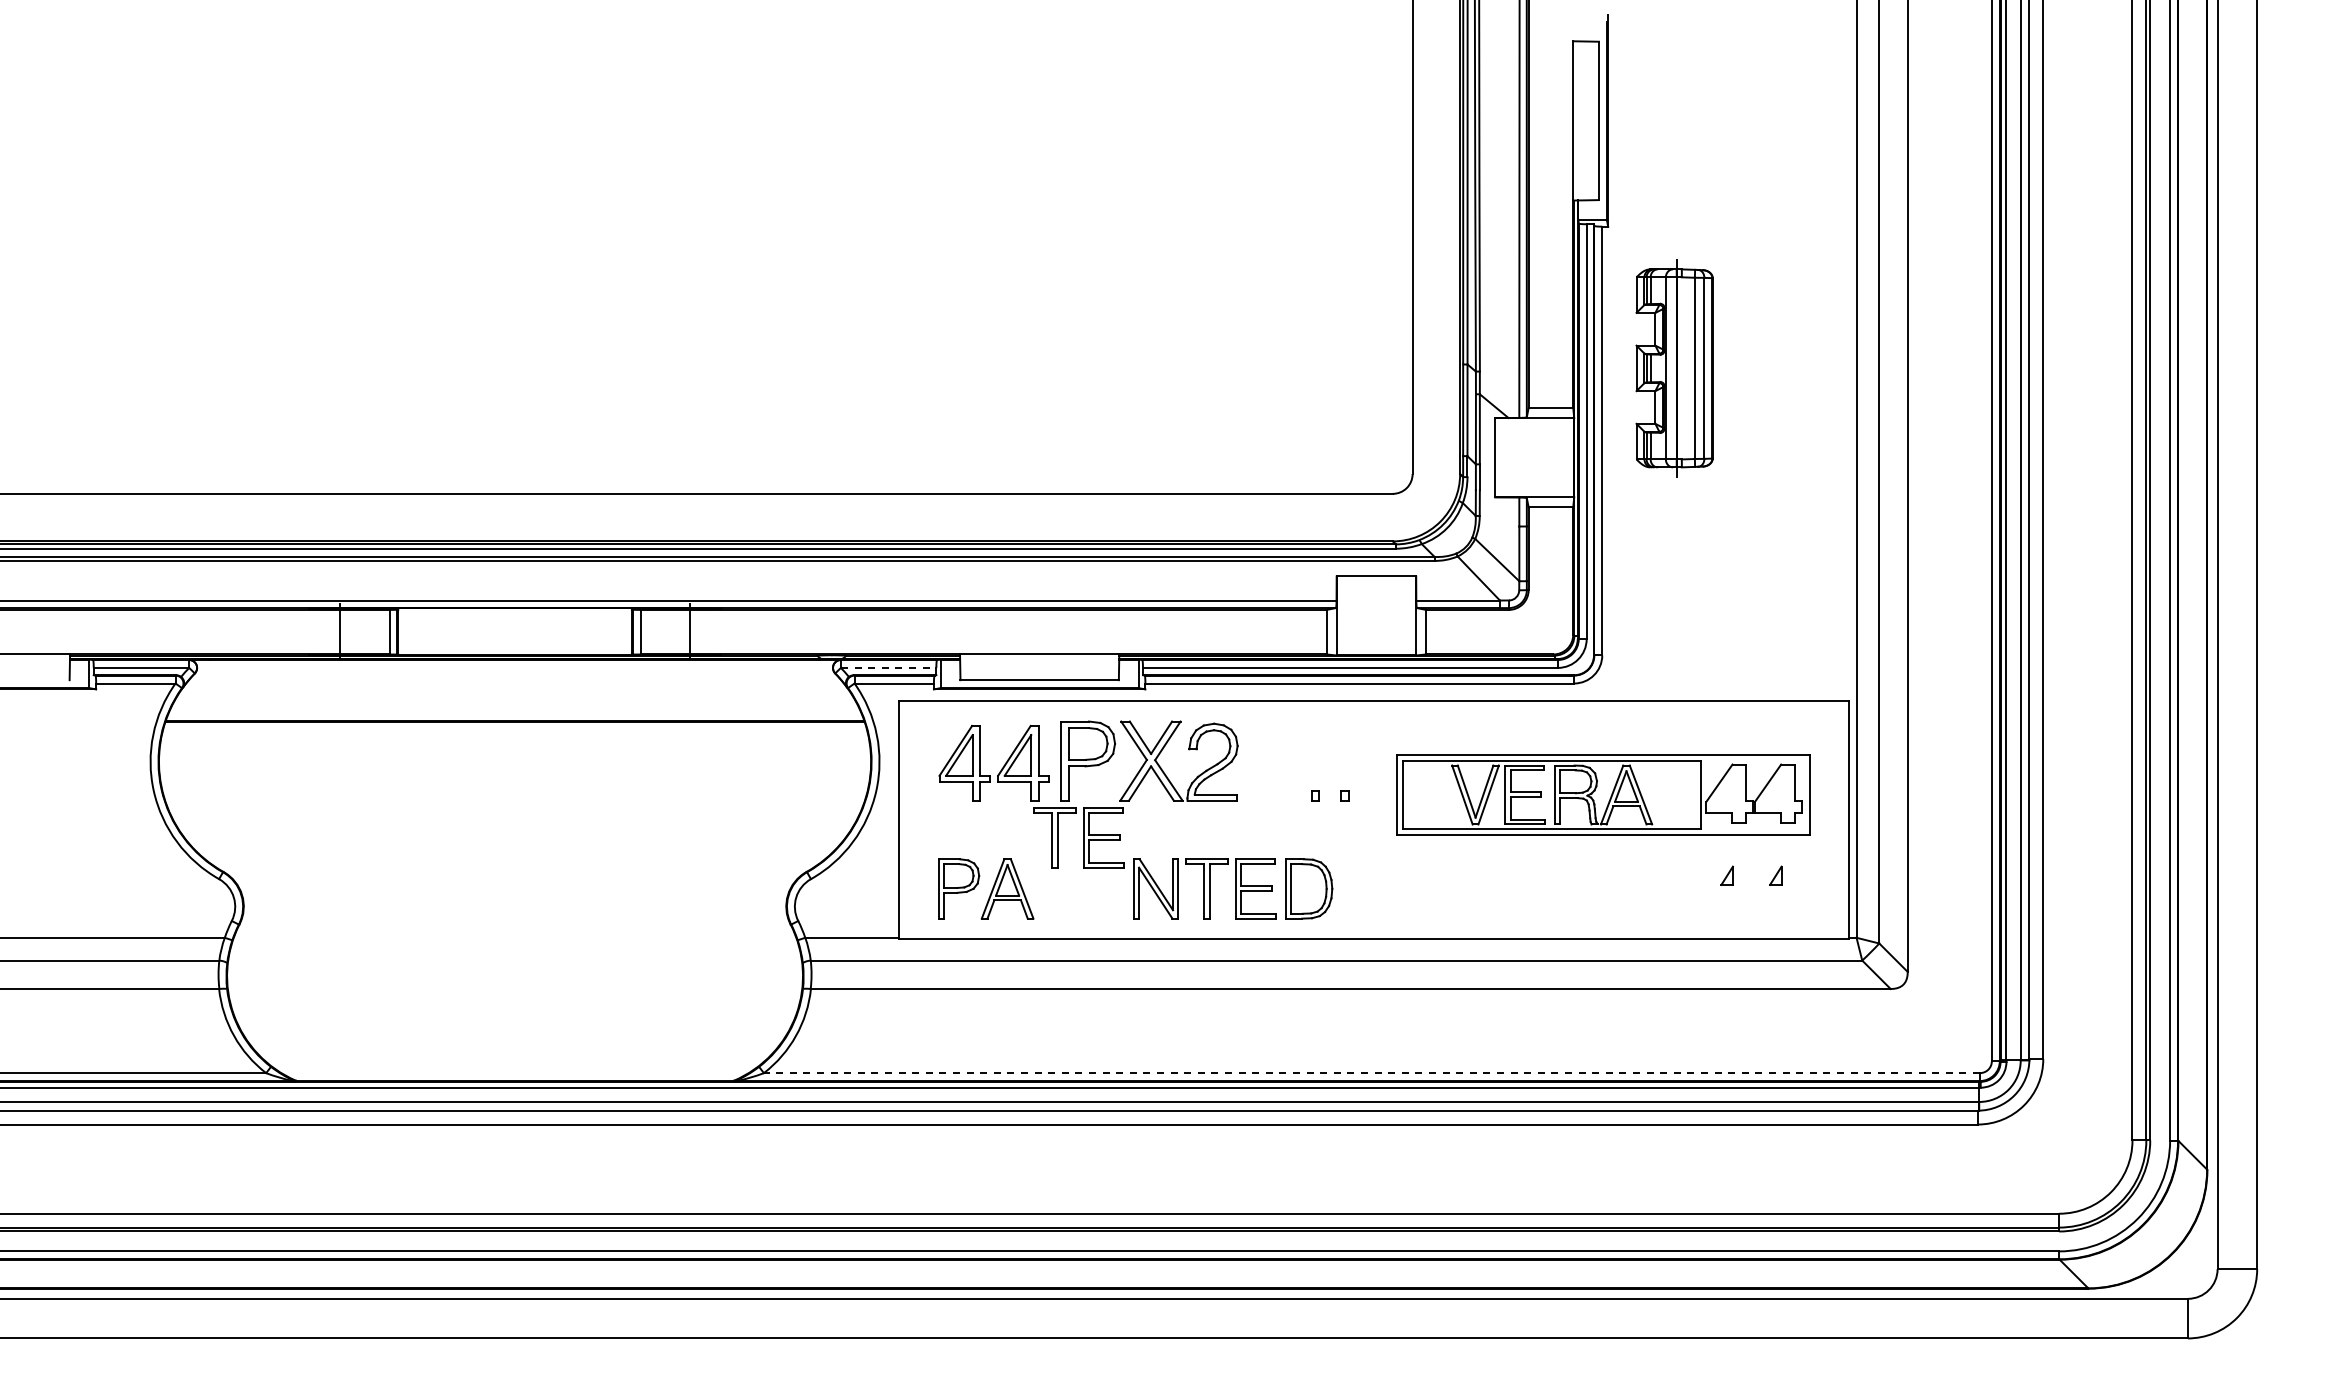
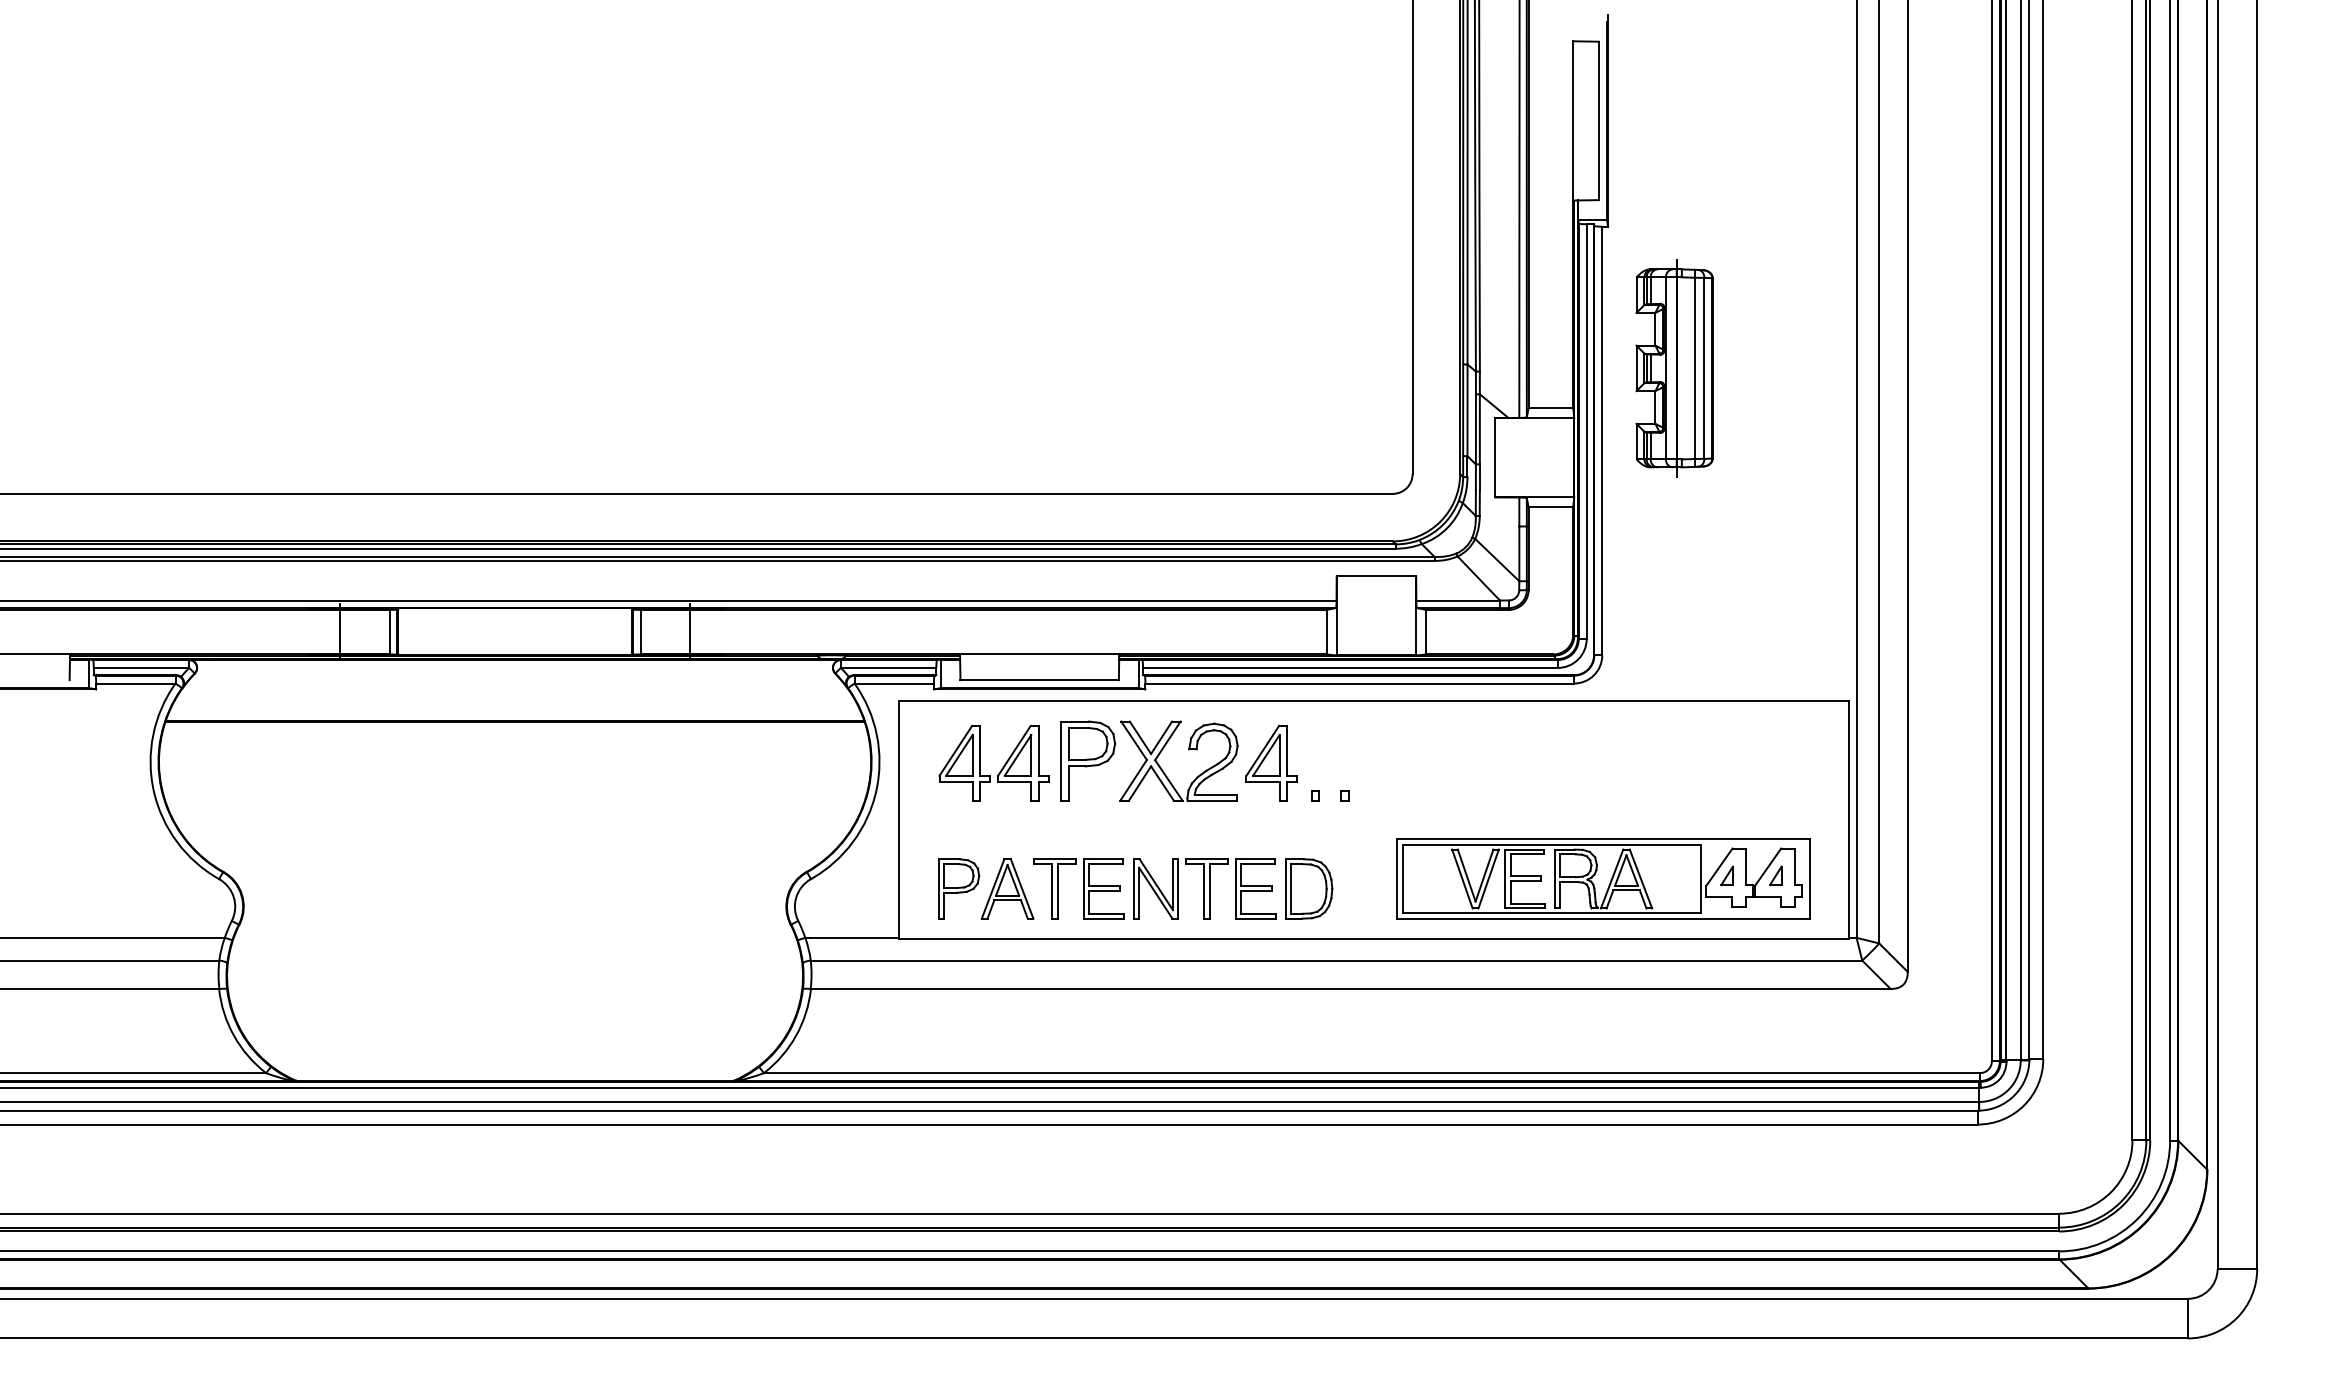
line at (888, 667): dashed -> solid
part at (1271, 763): none -> present
part at (1603, 794) position: (1603, 794) -> (1603, 878)
part at (1078, 837) position: (1078, 837) -> (1078, 888)
line at (1371, 1073): dashed -> solid
